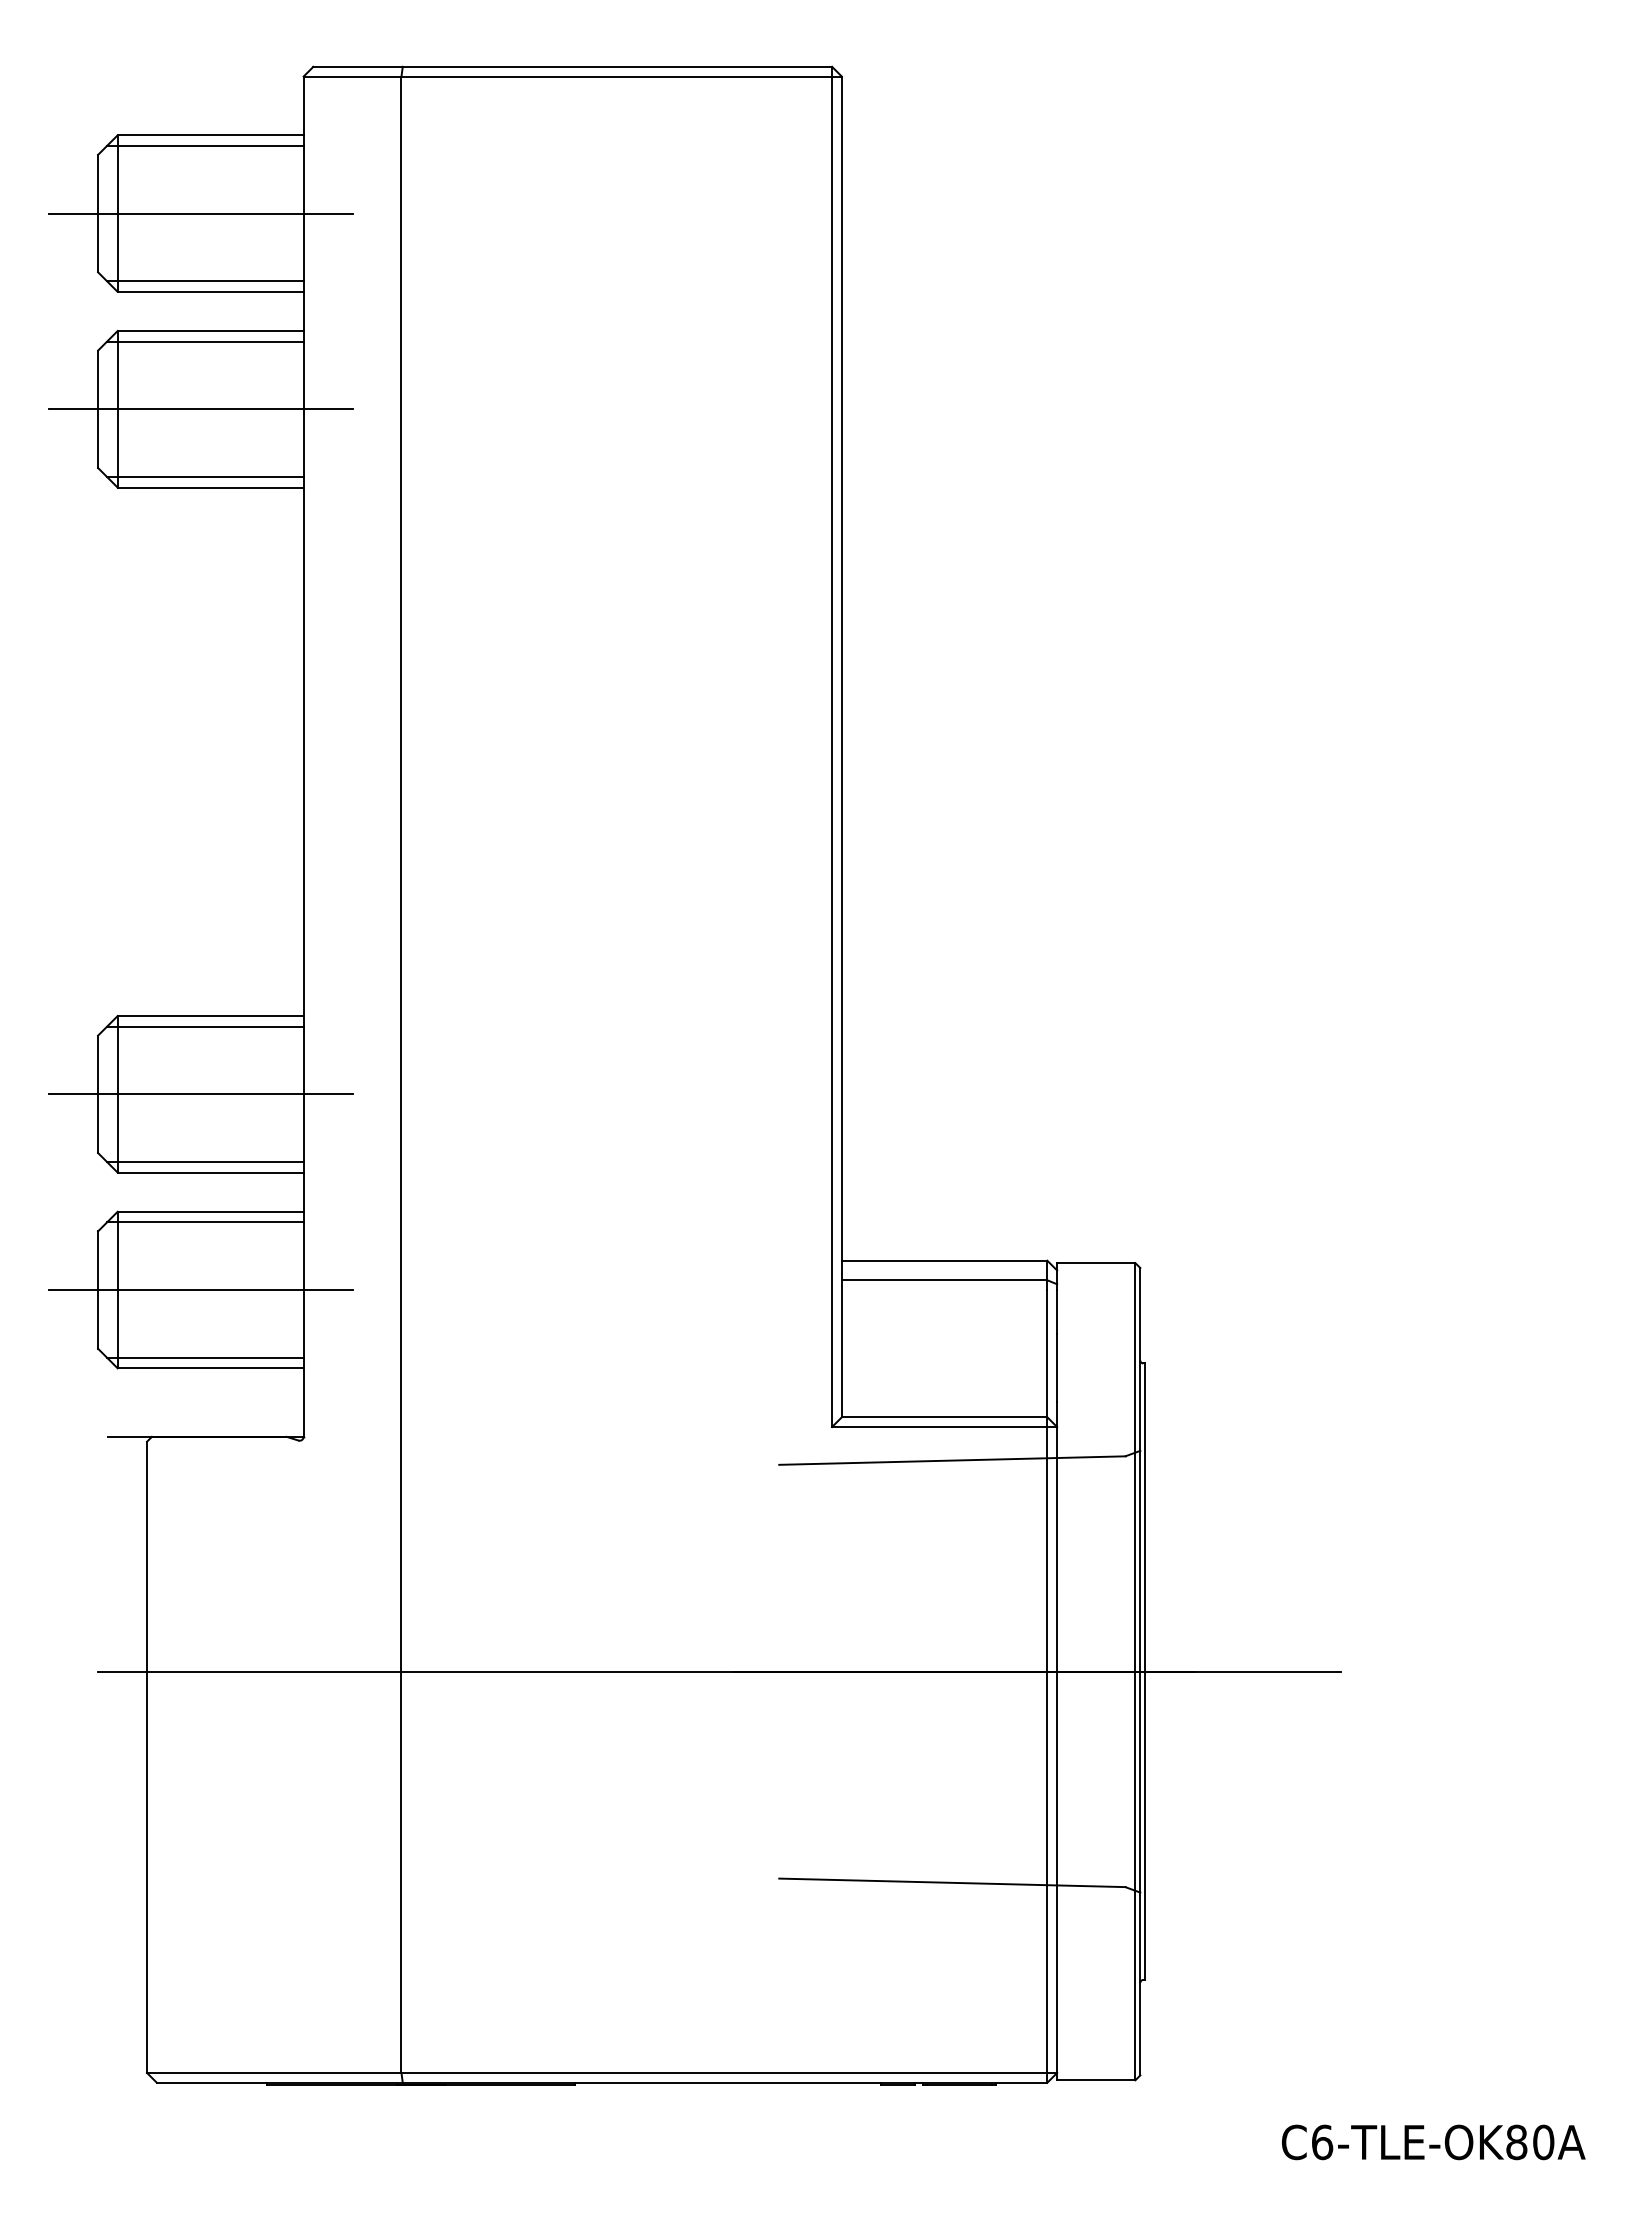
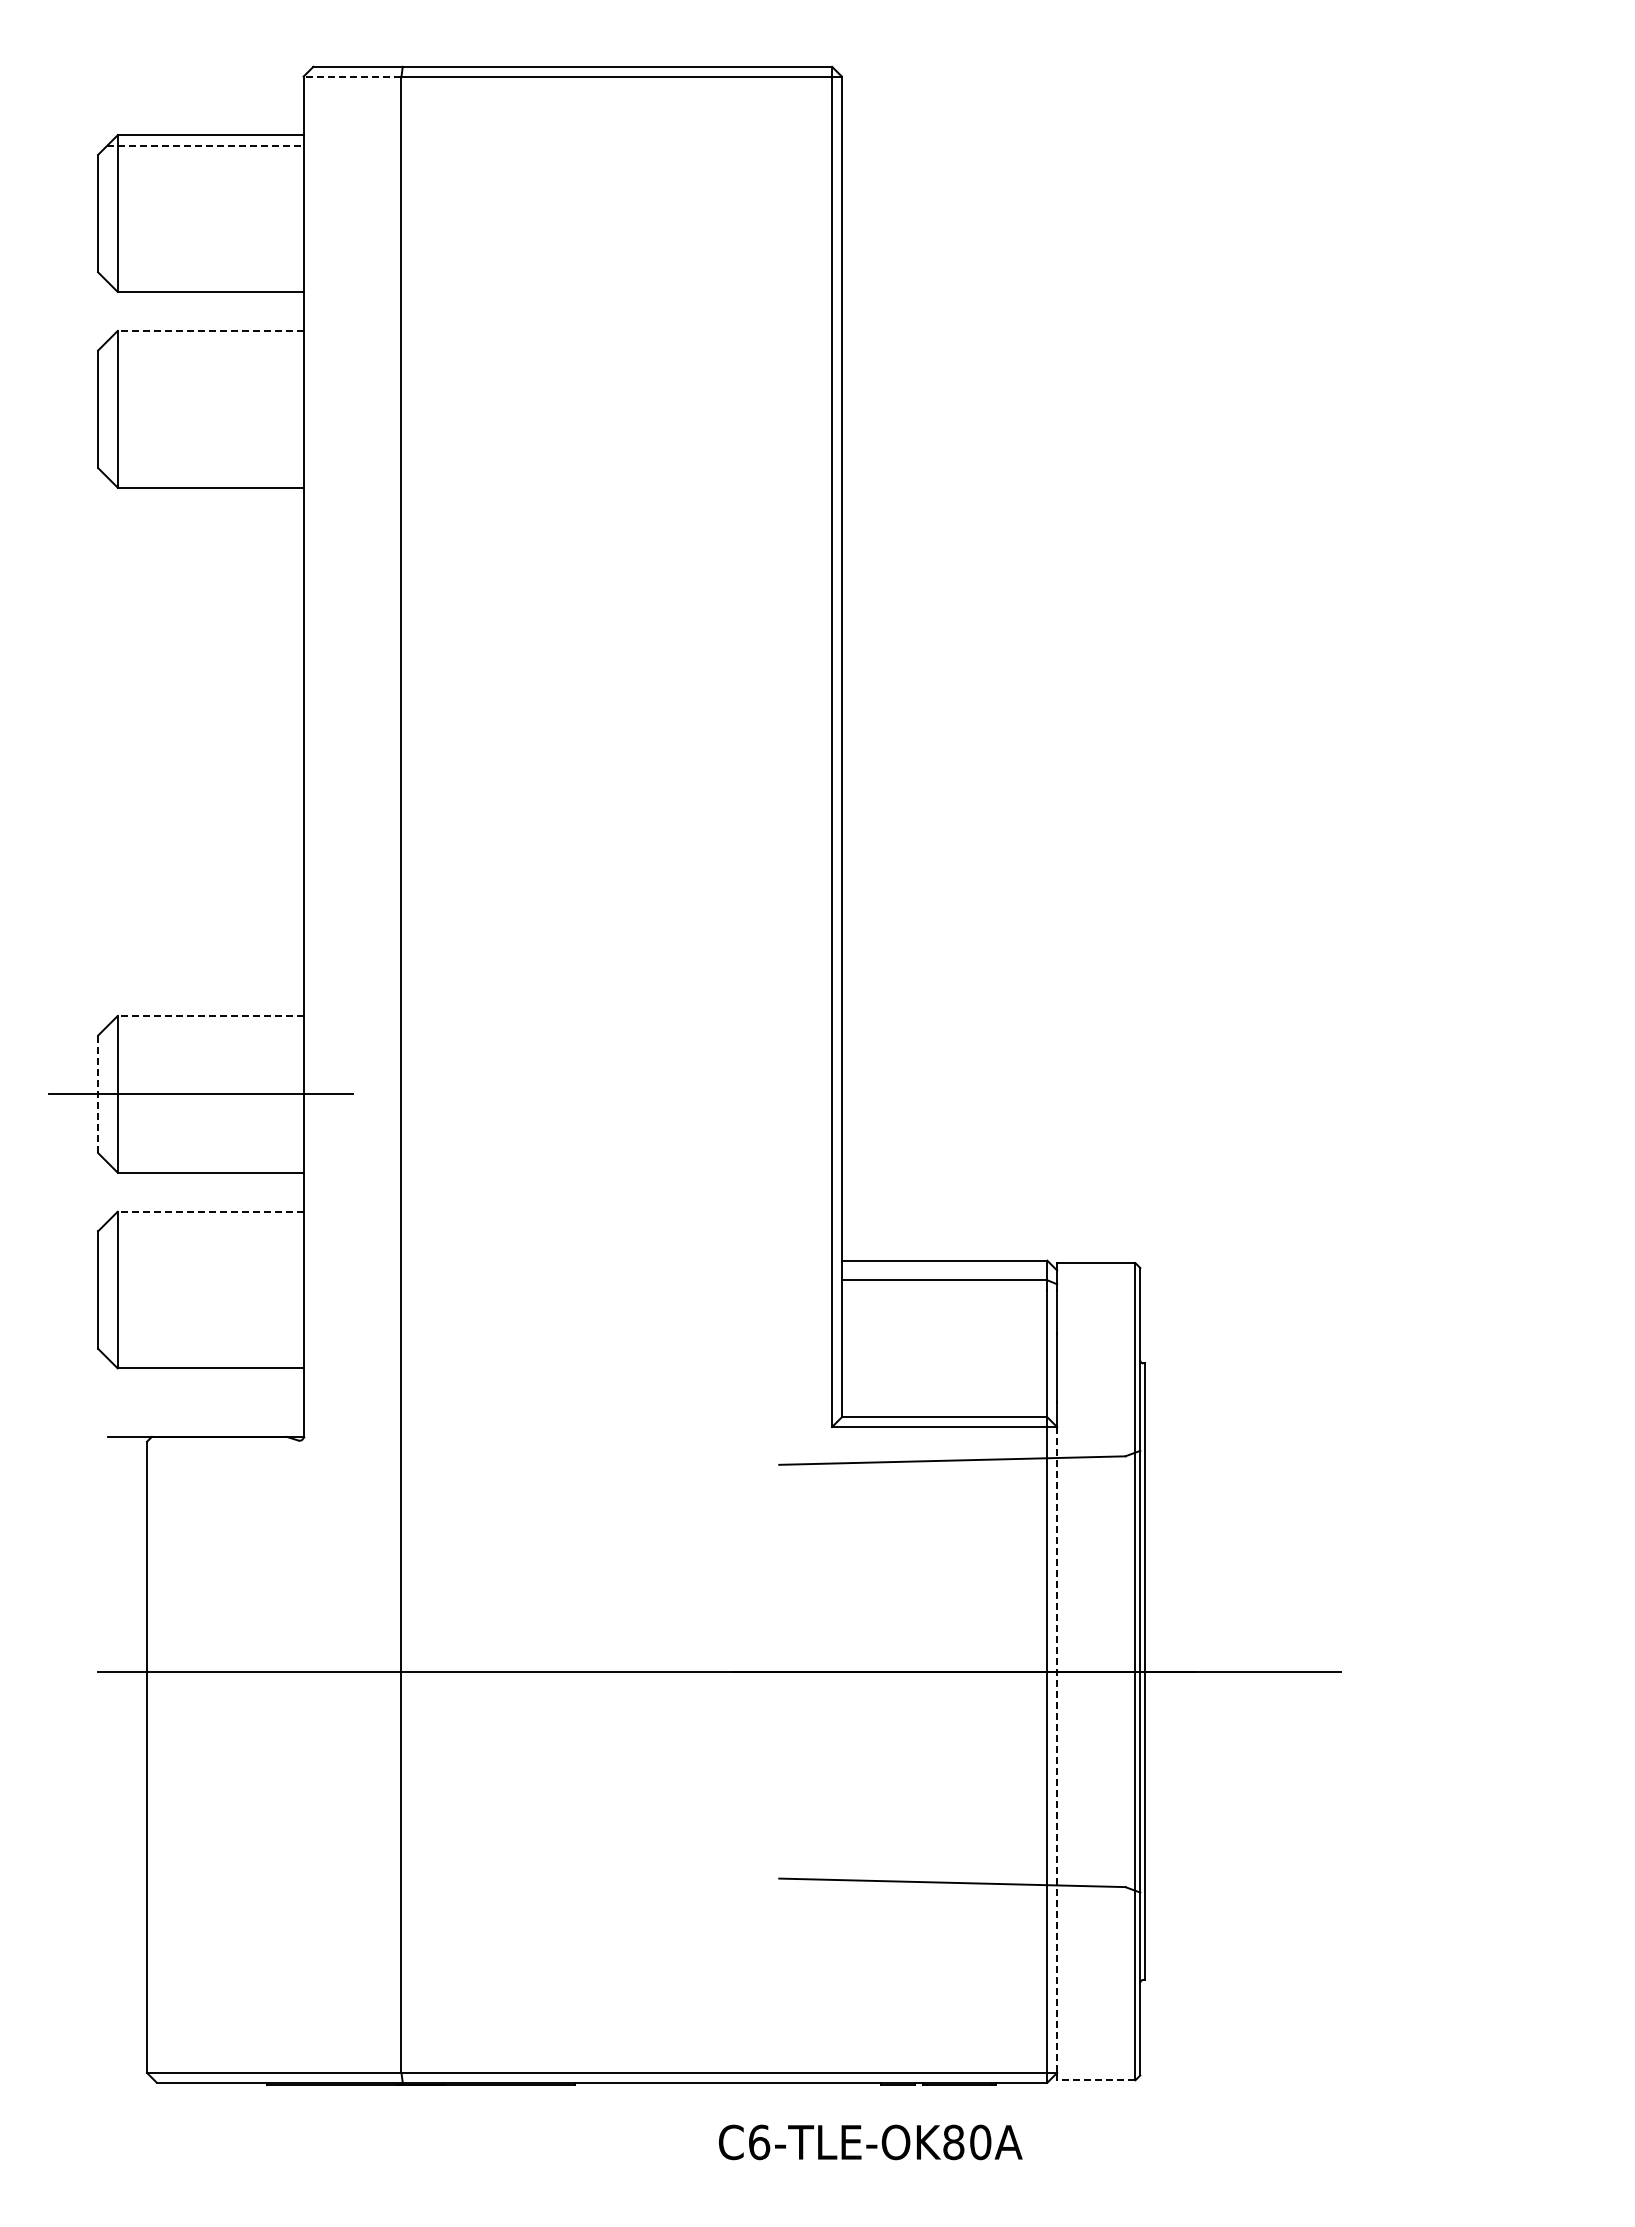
line at (352, 76): solid -> dashed
line at (205, 145): solid -> dashed
line at (200, 213): present -> none
line at (205, 281): present -> none
line at (210, 331): solid -> dashed
line at (205, 341): present -> none
line at (200, 409): present -> none
line at (205, 477): present -> none
line at (210, 1016): solid -> dashed
line at (205, 1026): present -> none
line at (98, 1094): solid -> dashed
line at (205, 1162): present -> none
line at (210, 1211): solid -> dashed
line at (205, 1222): present -> none
line at (200, 1290): present -> none
line at (205, 1357): present -> none
line at (1057, 1750): solid -> dashed
line at (1095, 2080): solid -> dashed
text at (1433, 2142) position: (1433, 2142) -> (870, 2142)
